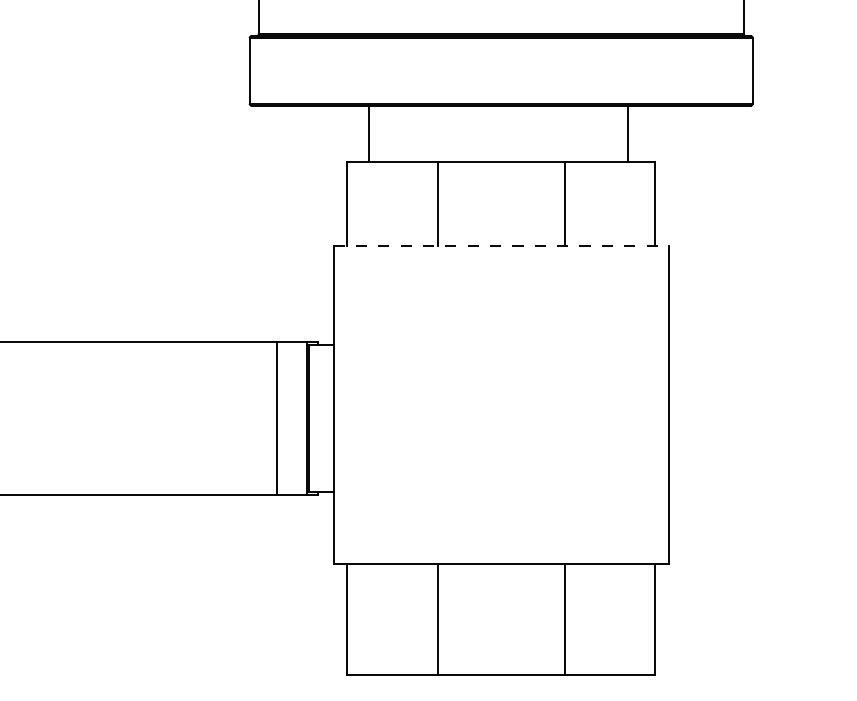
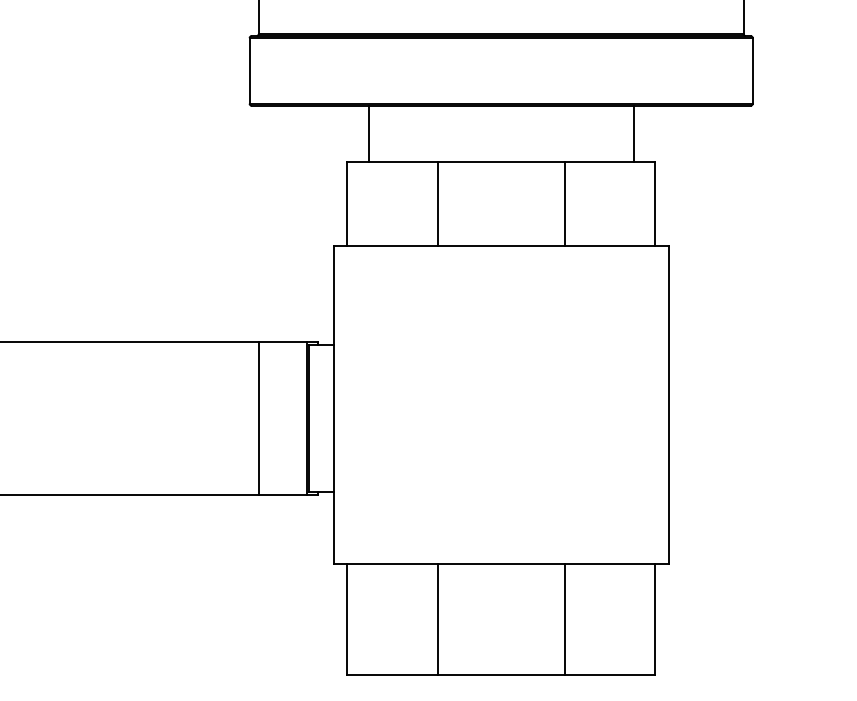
line at (628, 133) position: (628, 133) -> (634, 133)
line at (501, 245): dashed -> solid
line at (277, 418) position: (277, 418) -> (259, 418)
